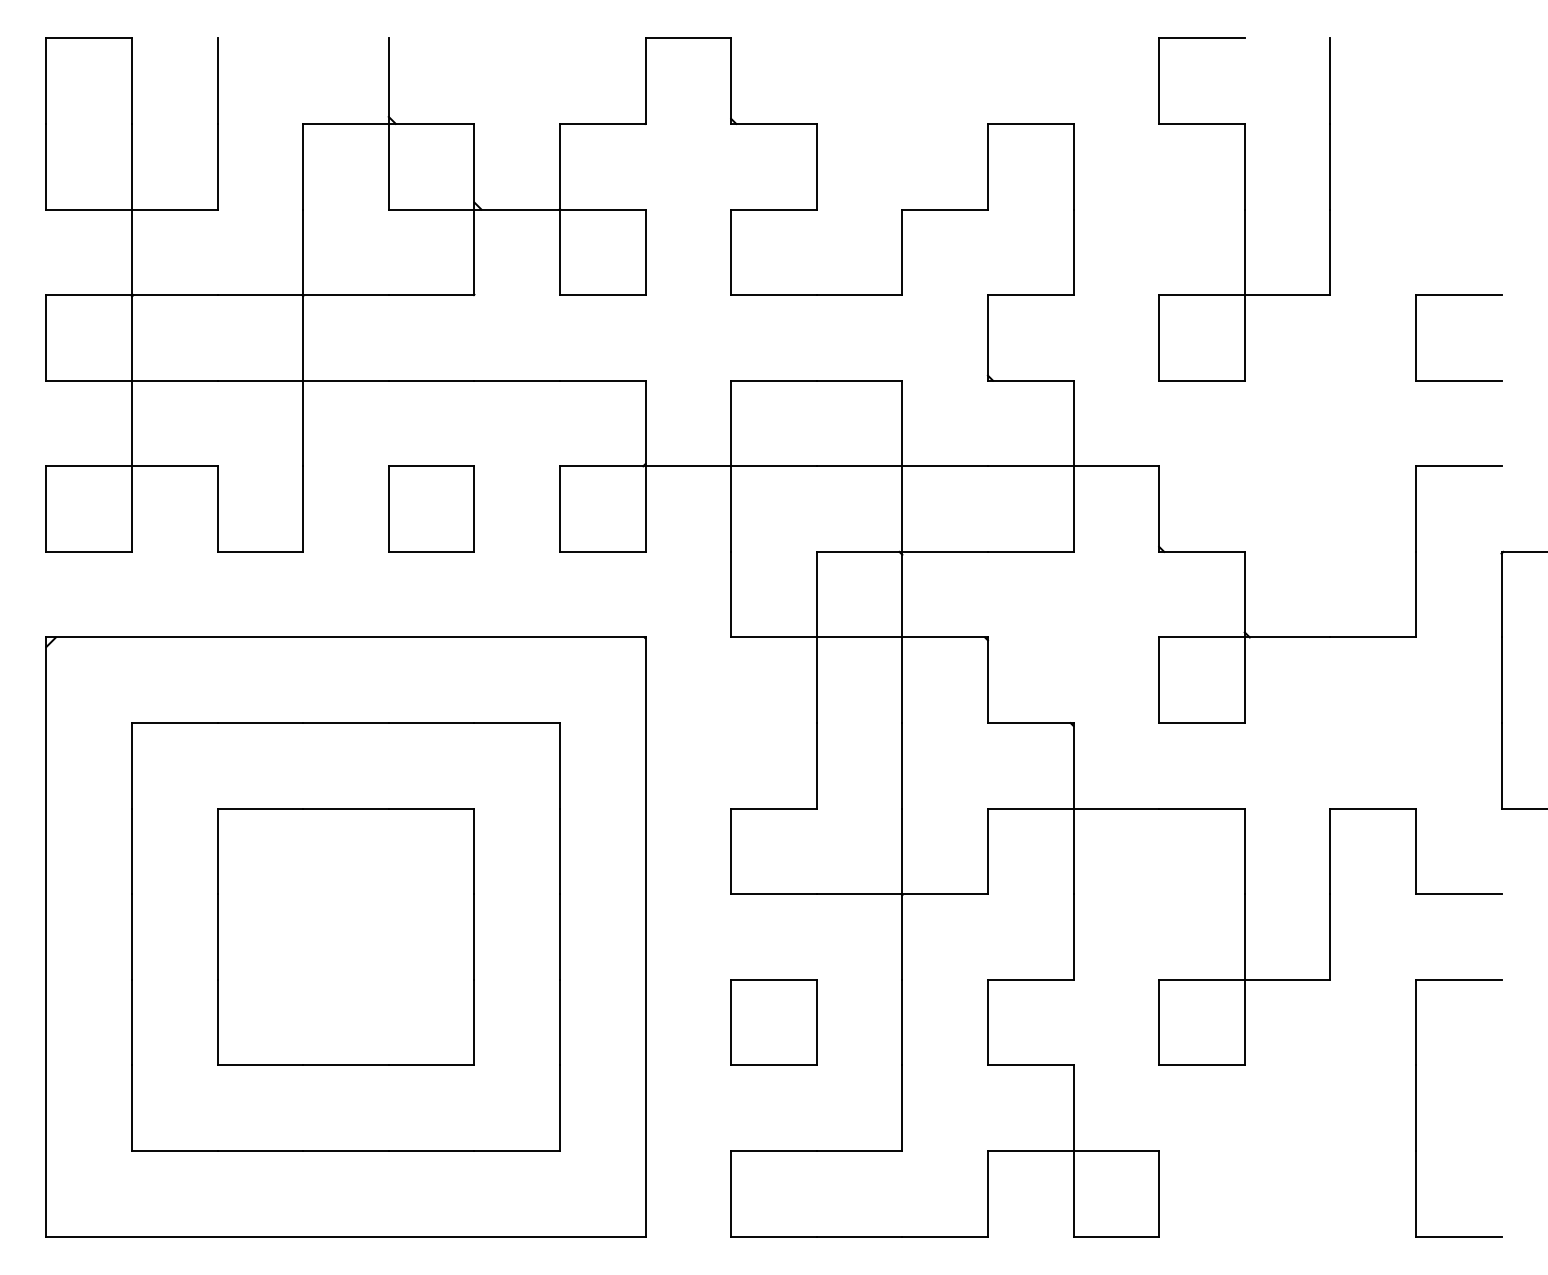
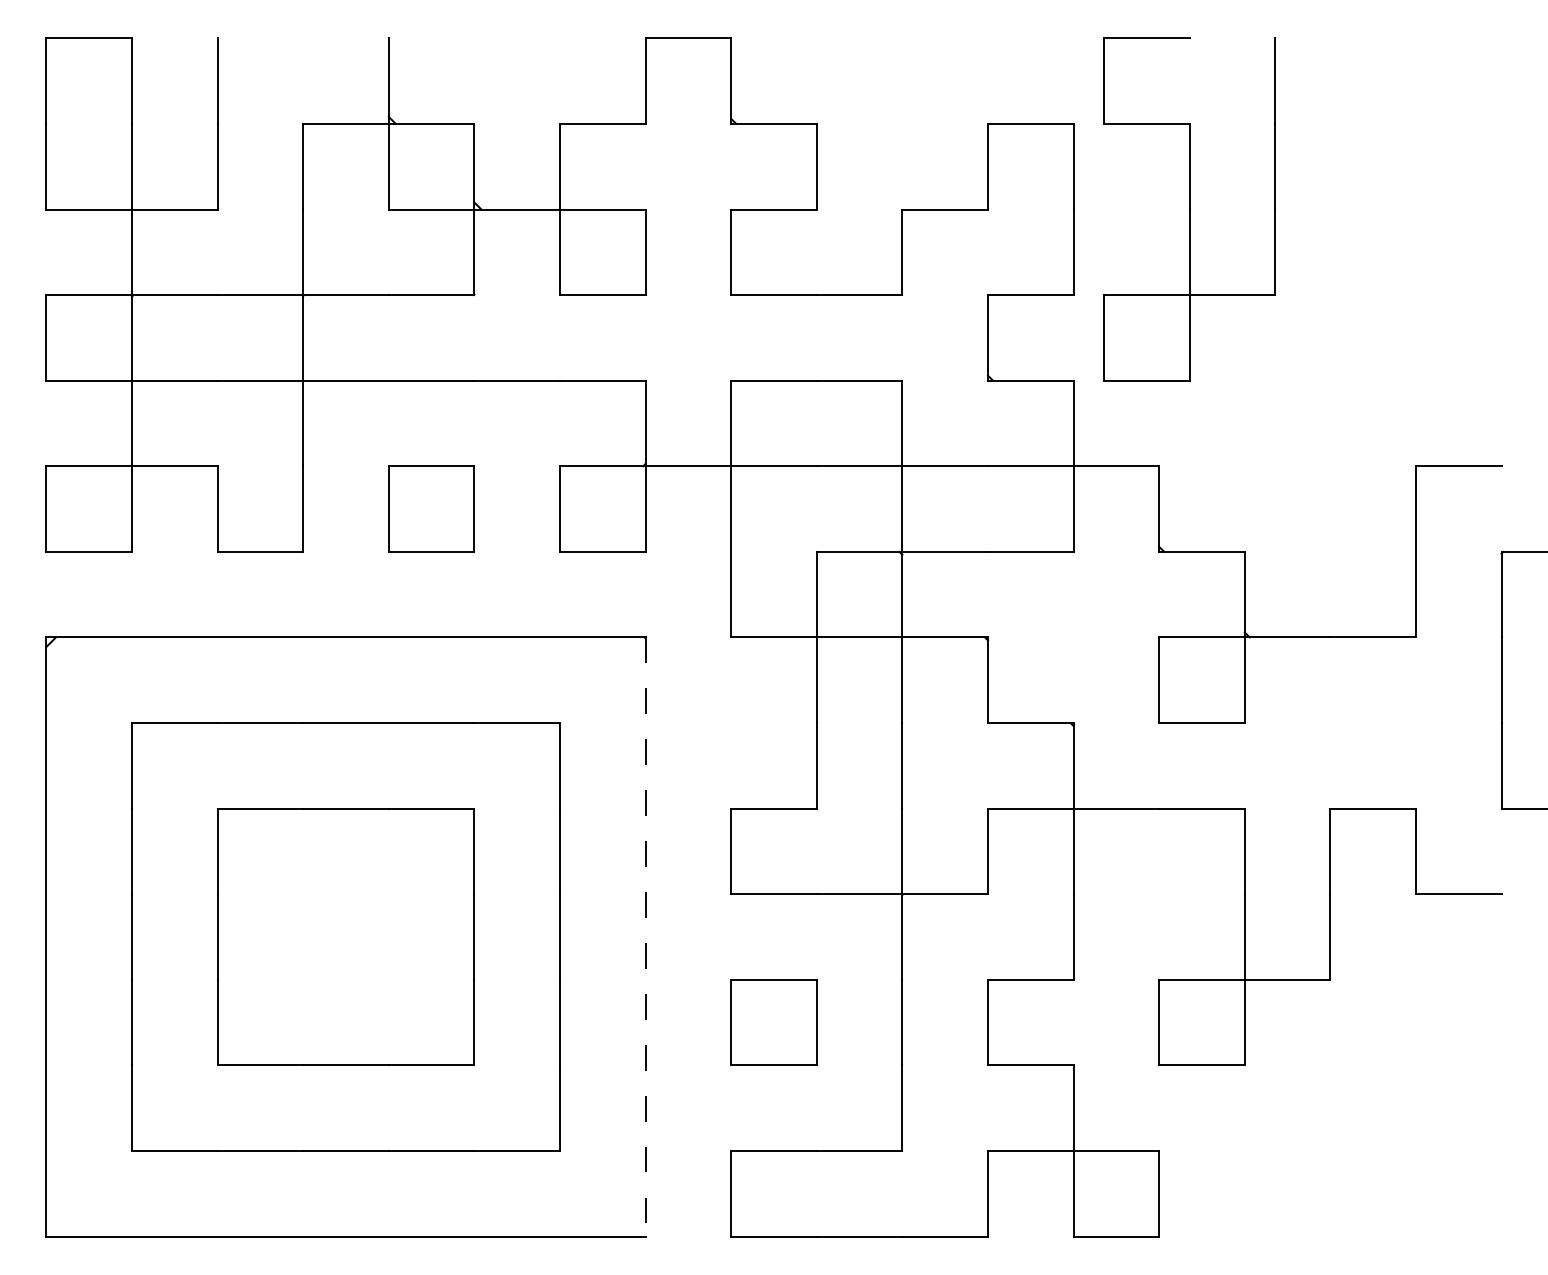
part at (1244, 209) position: (1244, 209) -> (1189, 209)
part at (1458, 295): present -> none
line at (645, 937): solid -> dashed
part at (1416, 1108): present -> none
